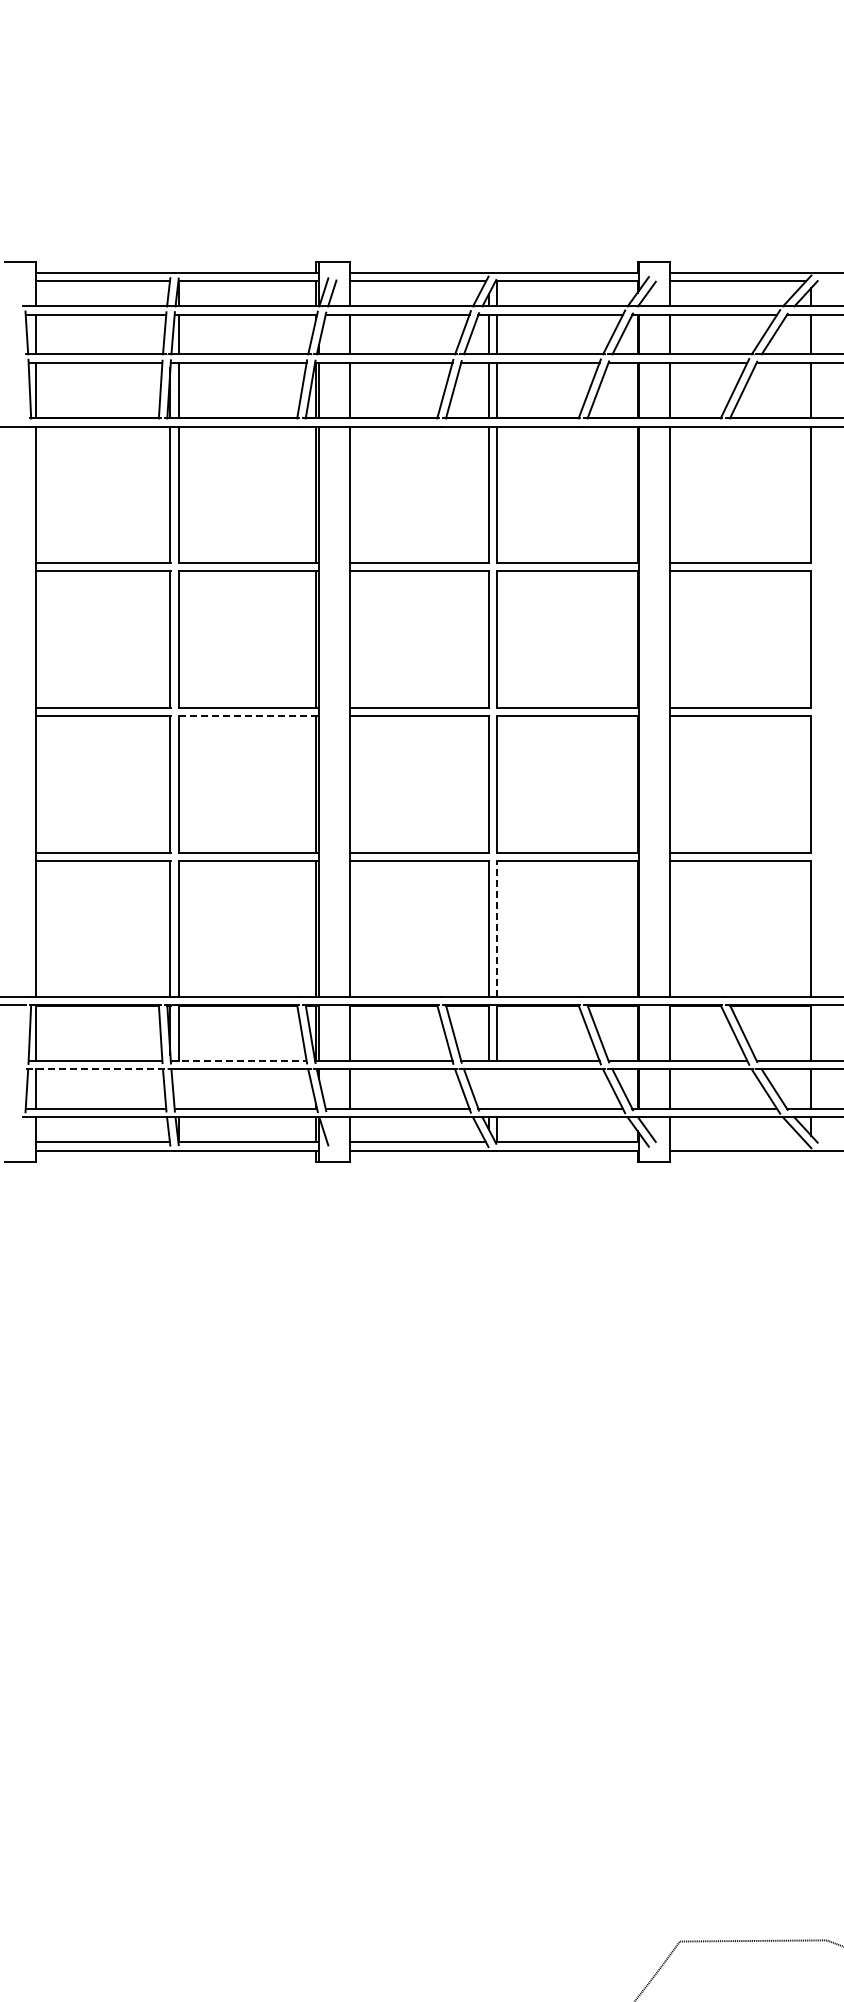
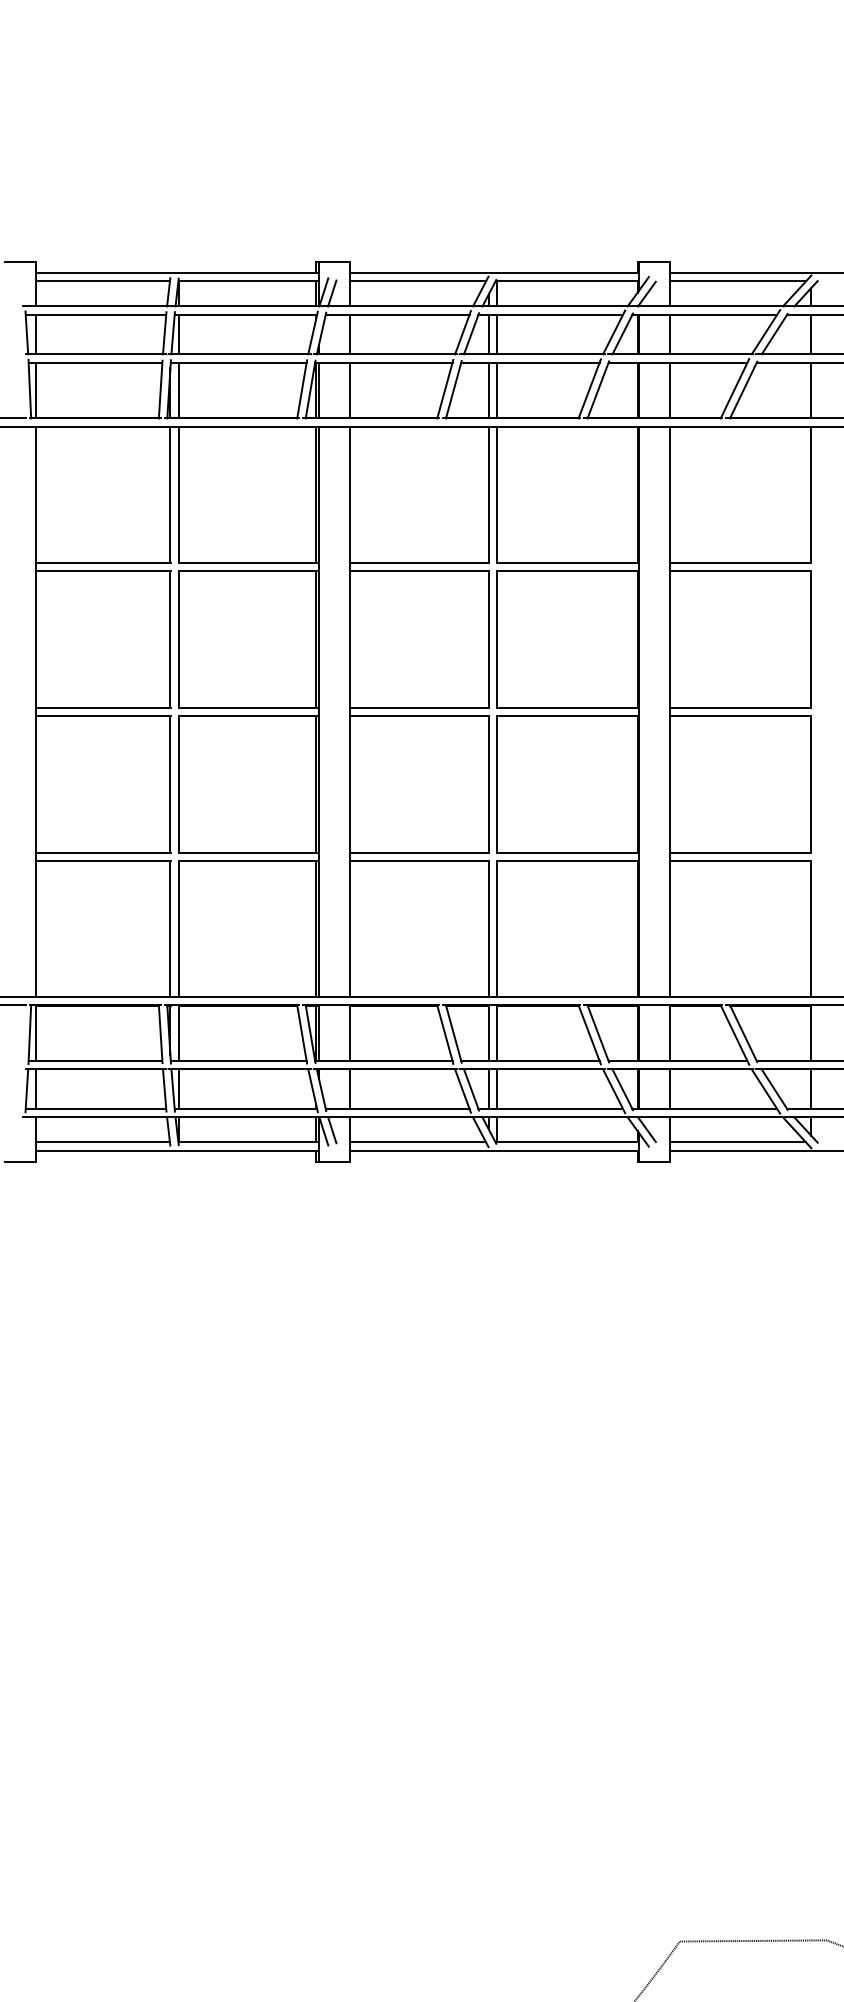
line at (13, 418): none -> present
line at (248, 716): dashed -> solid
line at (497, 928): dashed -> solid
line at (238, 1061): dashed -> solid
line at (95, 1069): dashed -> solid
line at (178, 1088): none -> present
line at (488, 1088): none -> present
line at (497, 1088): none -> present
line at (332, 1130): none -> present
line at (737, 1142): none -> present
